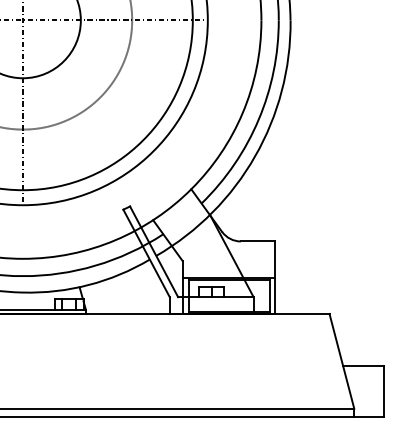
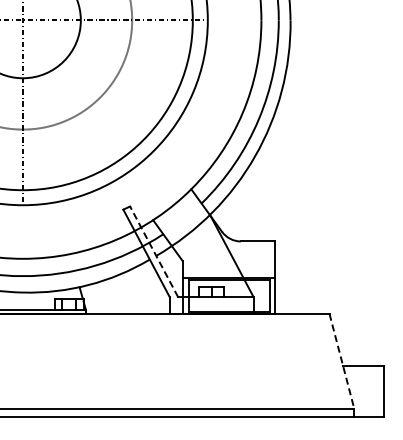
line at (153, 251): solid -> dashed
line at (341, 361): solid -> dashed
